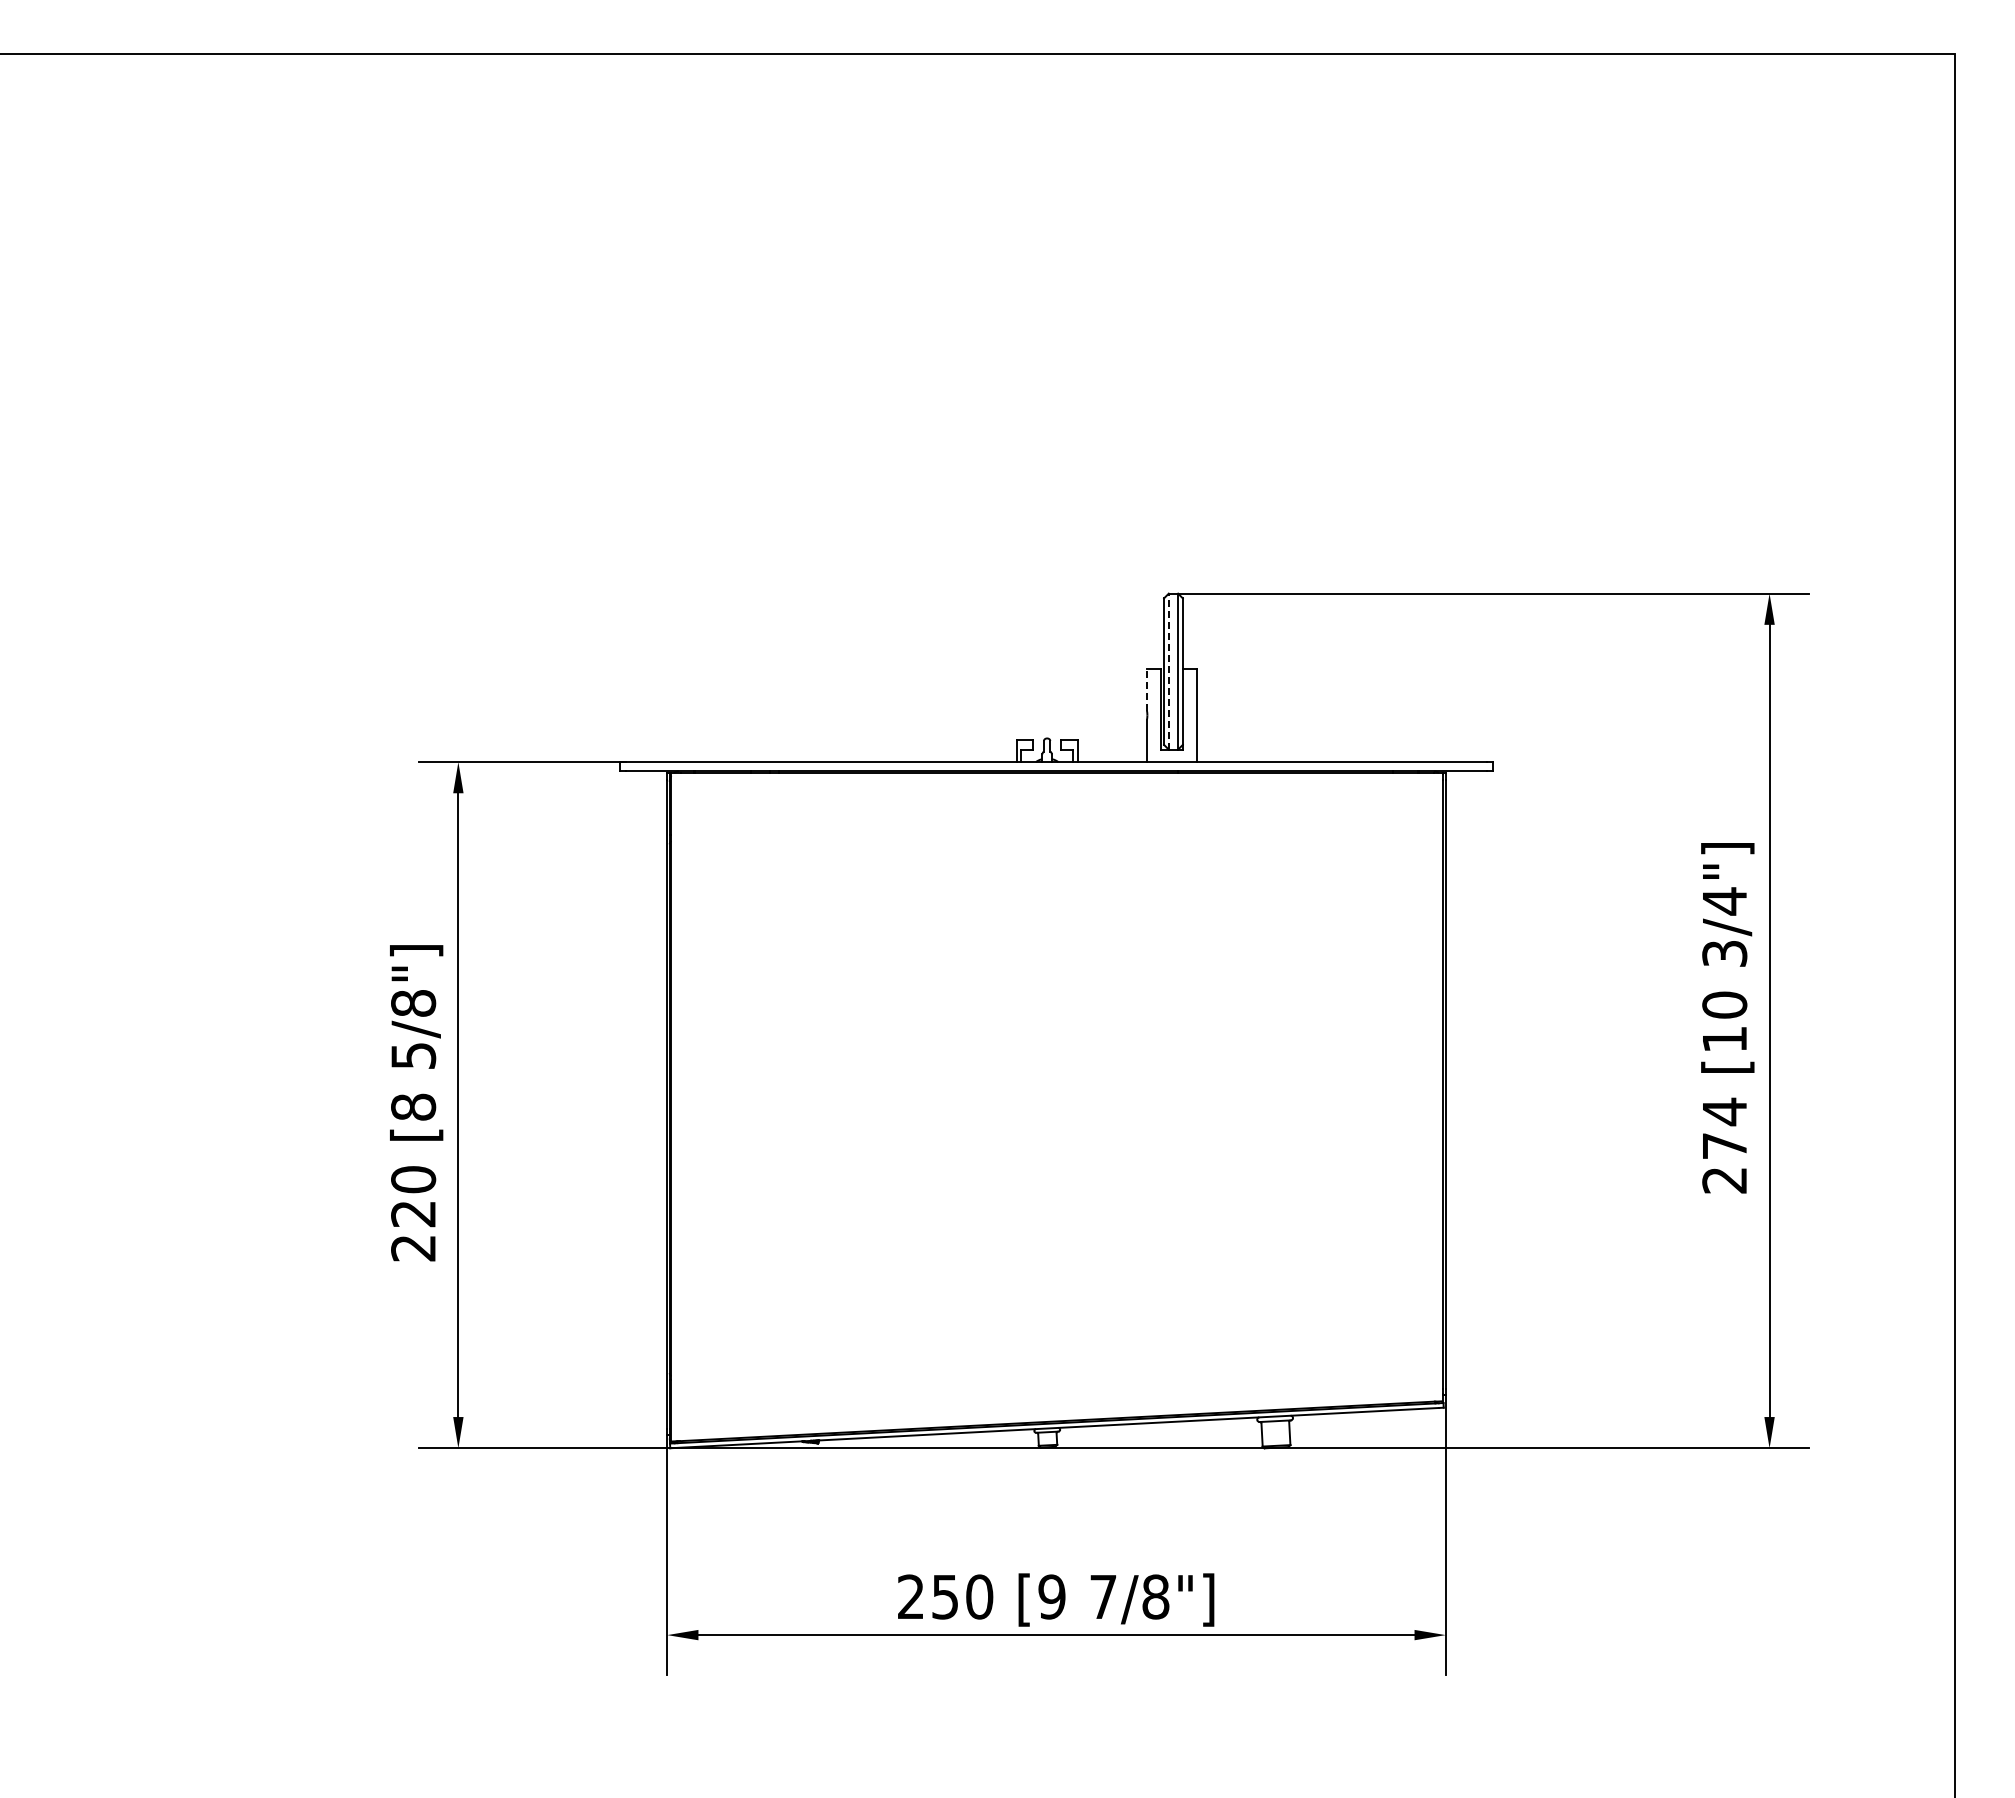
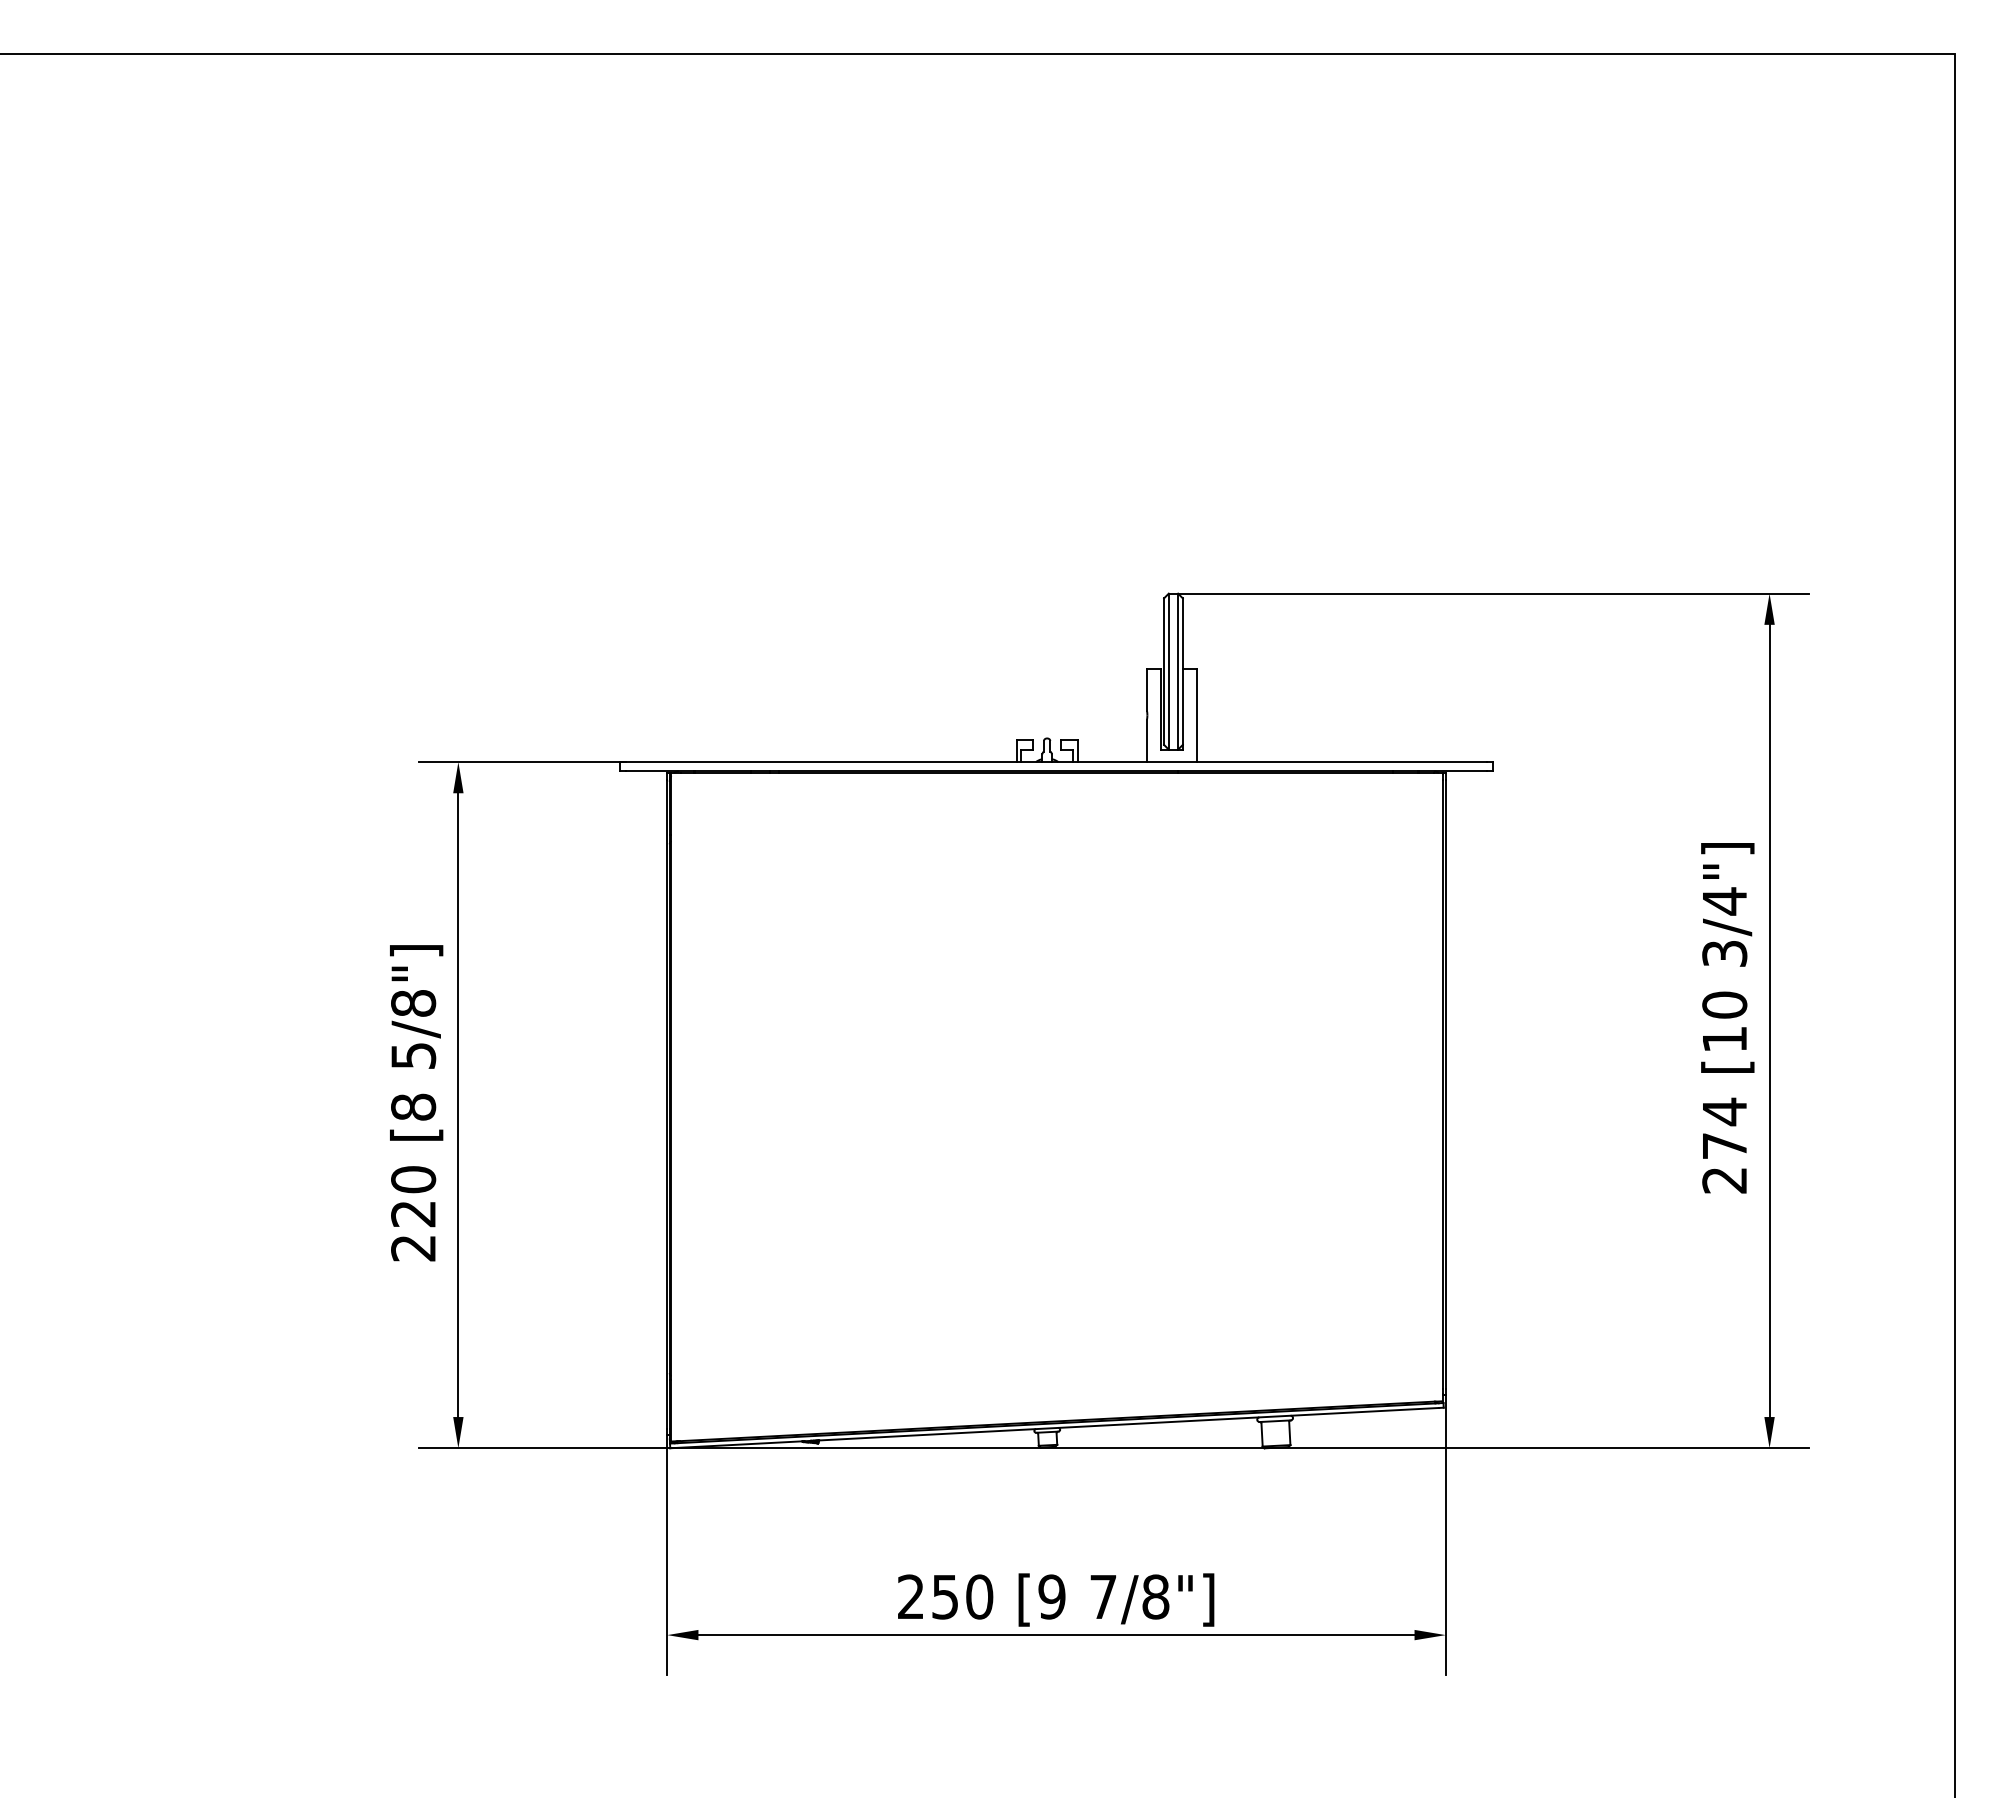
line at (1168, 671): dashed -> solid
line at (1146, 689): dashed -> solid
